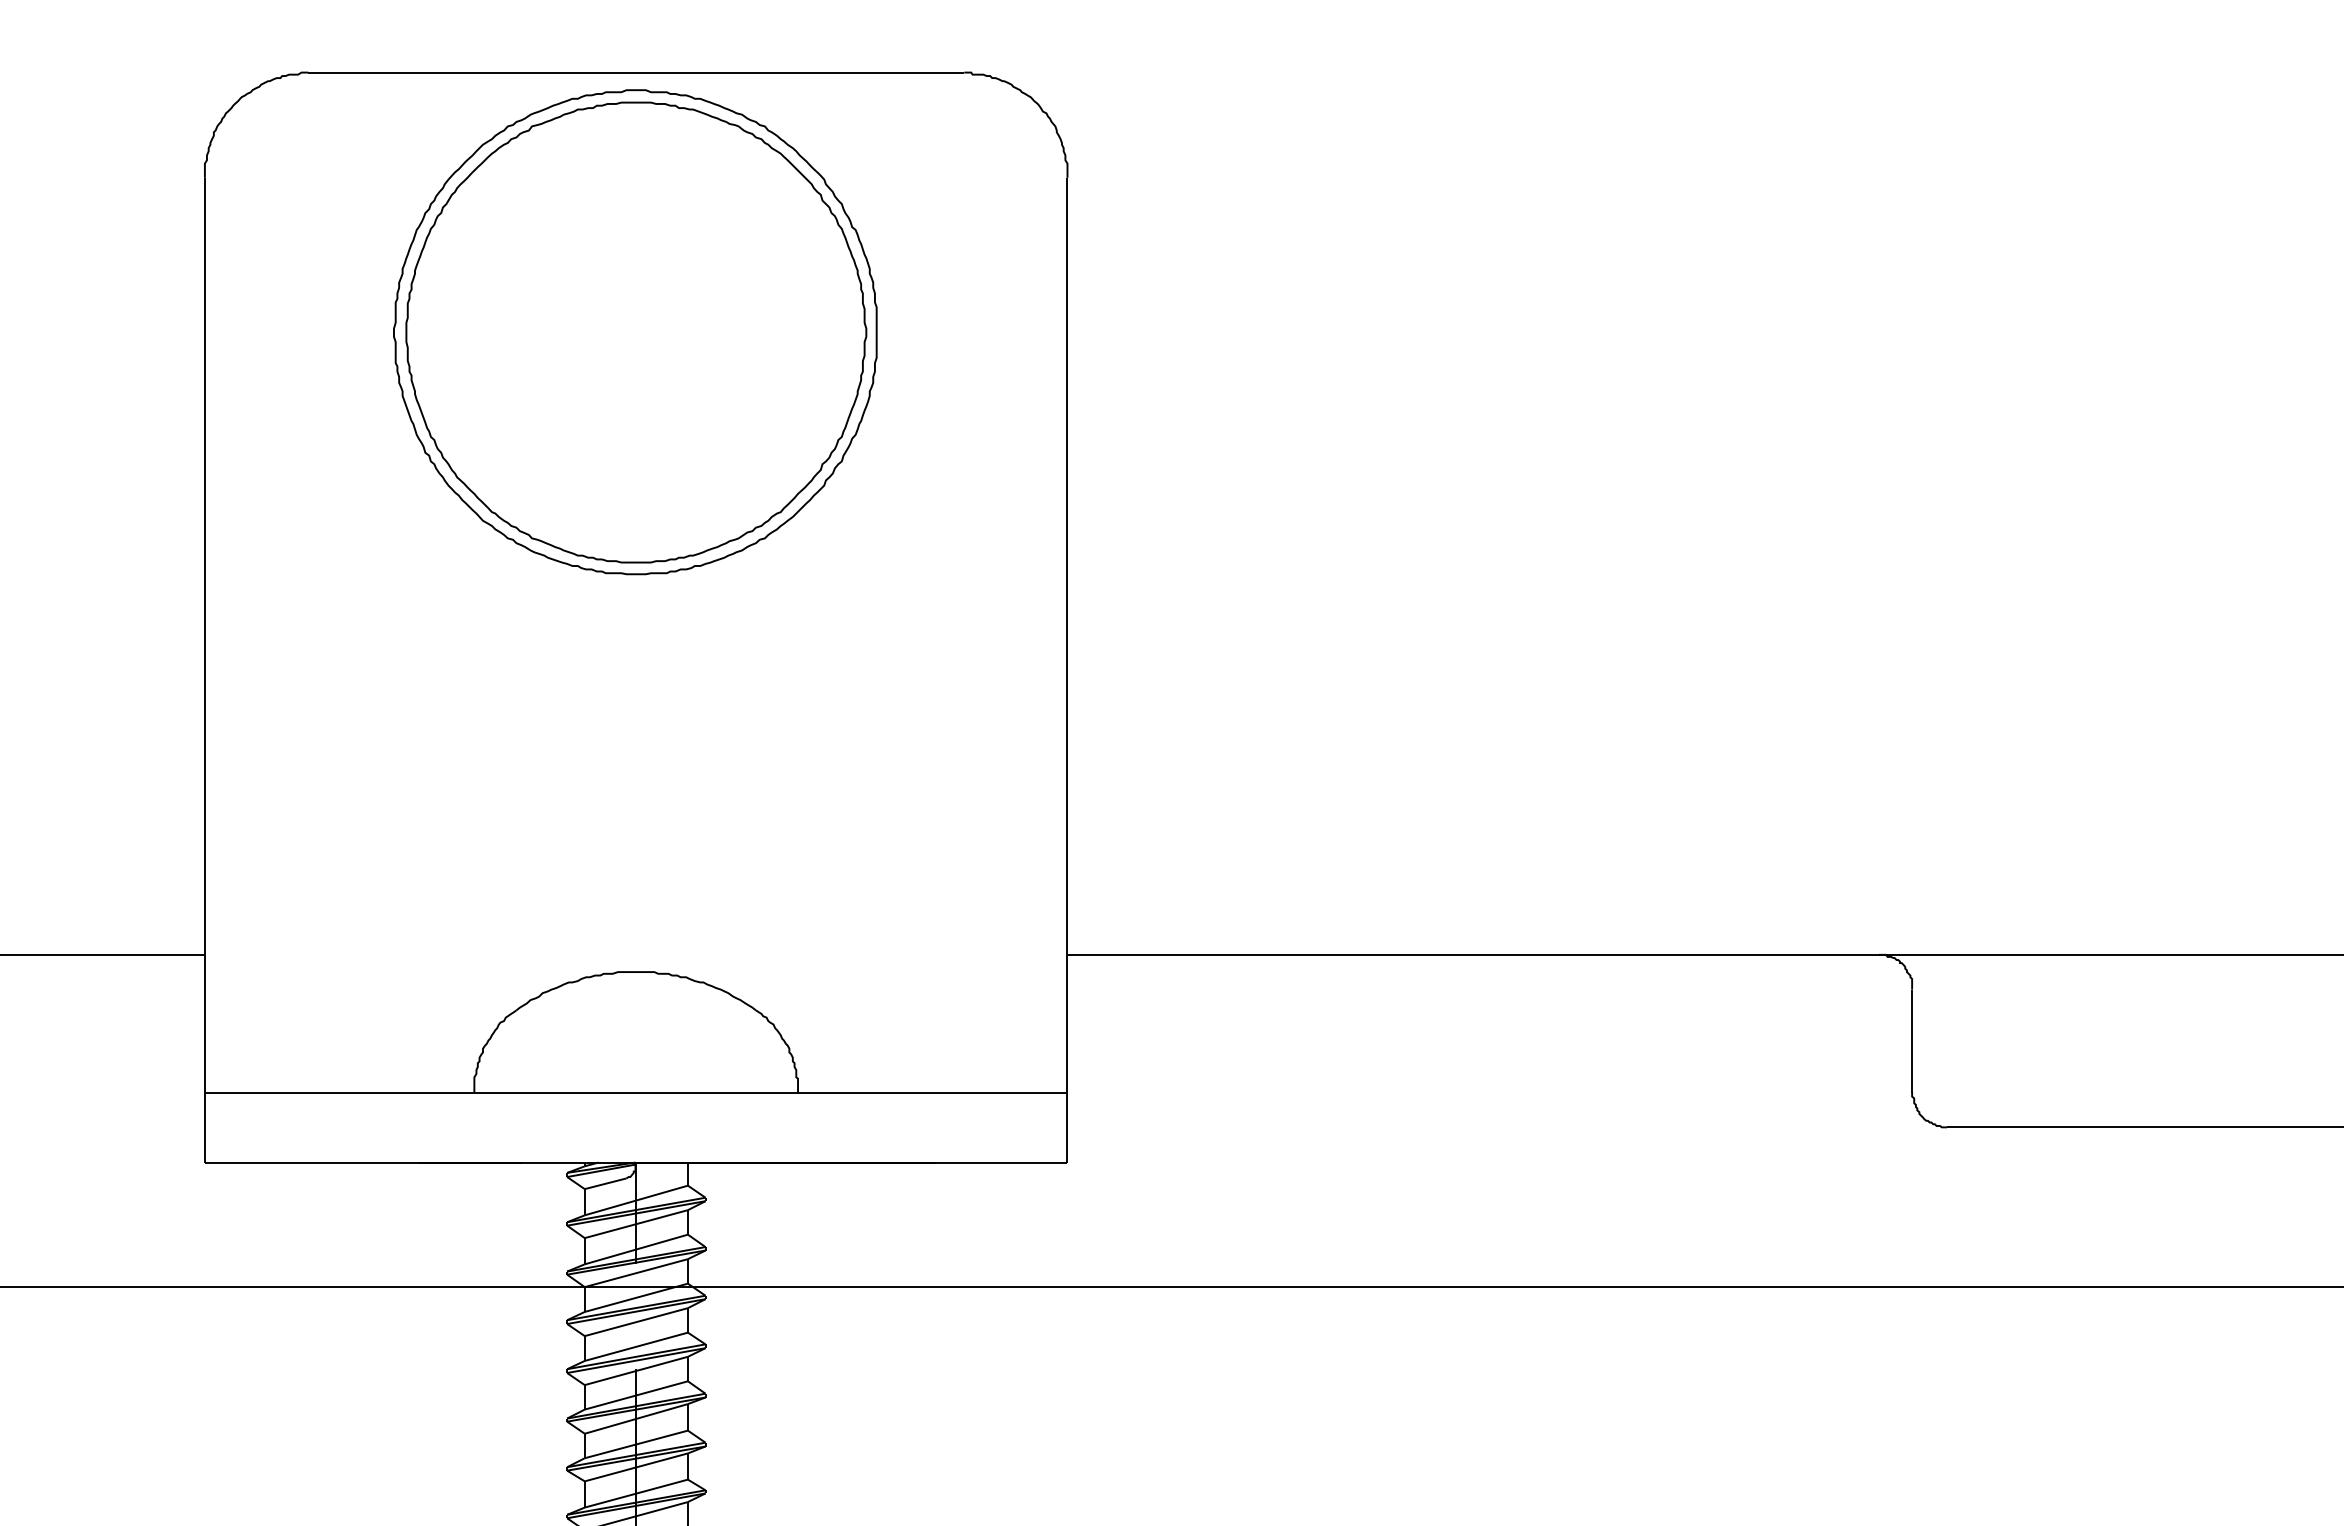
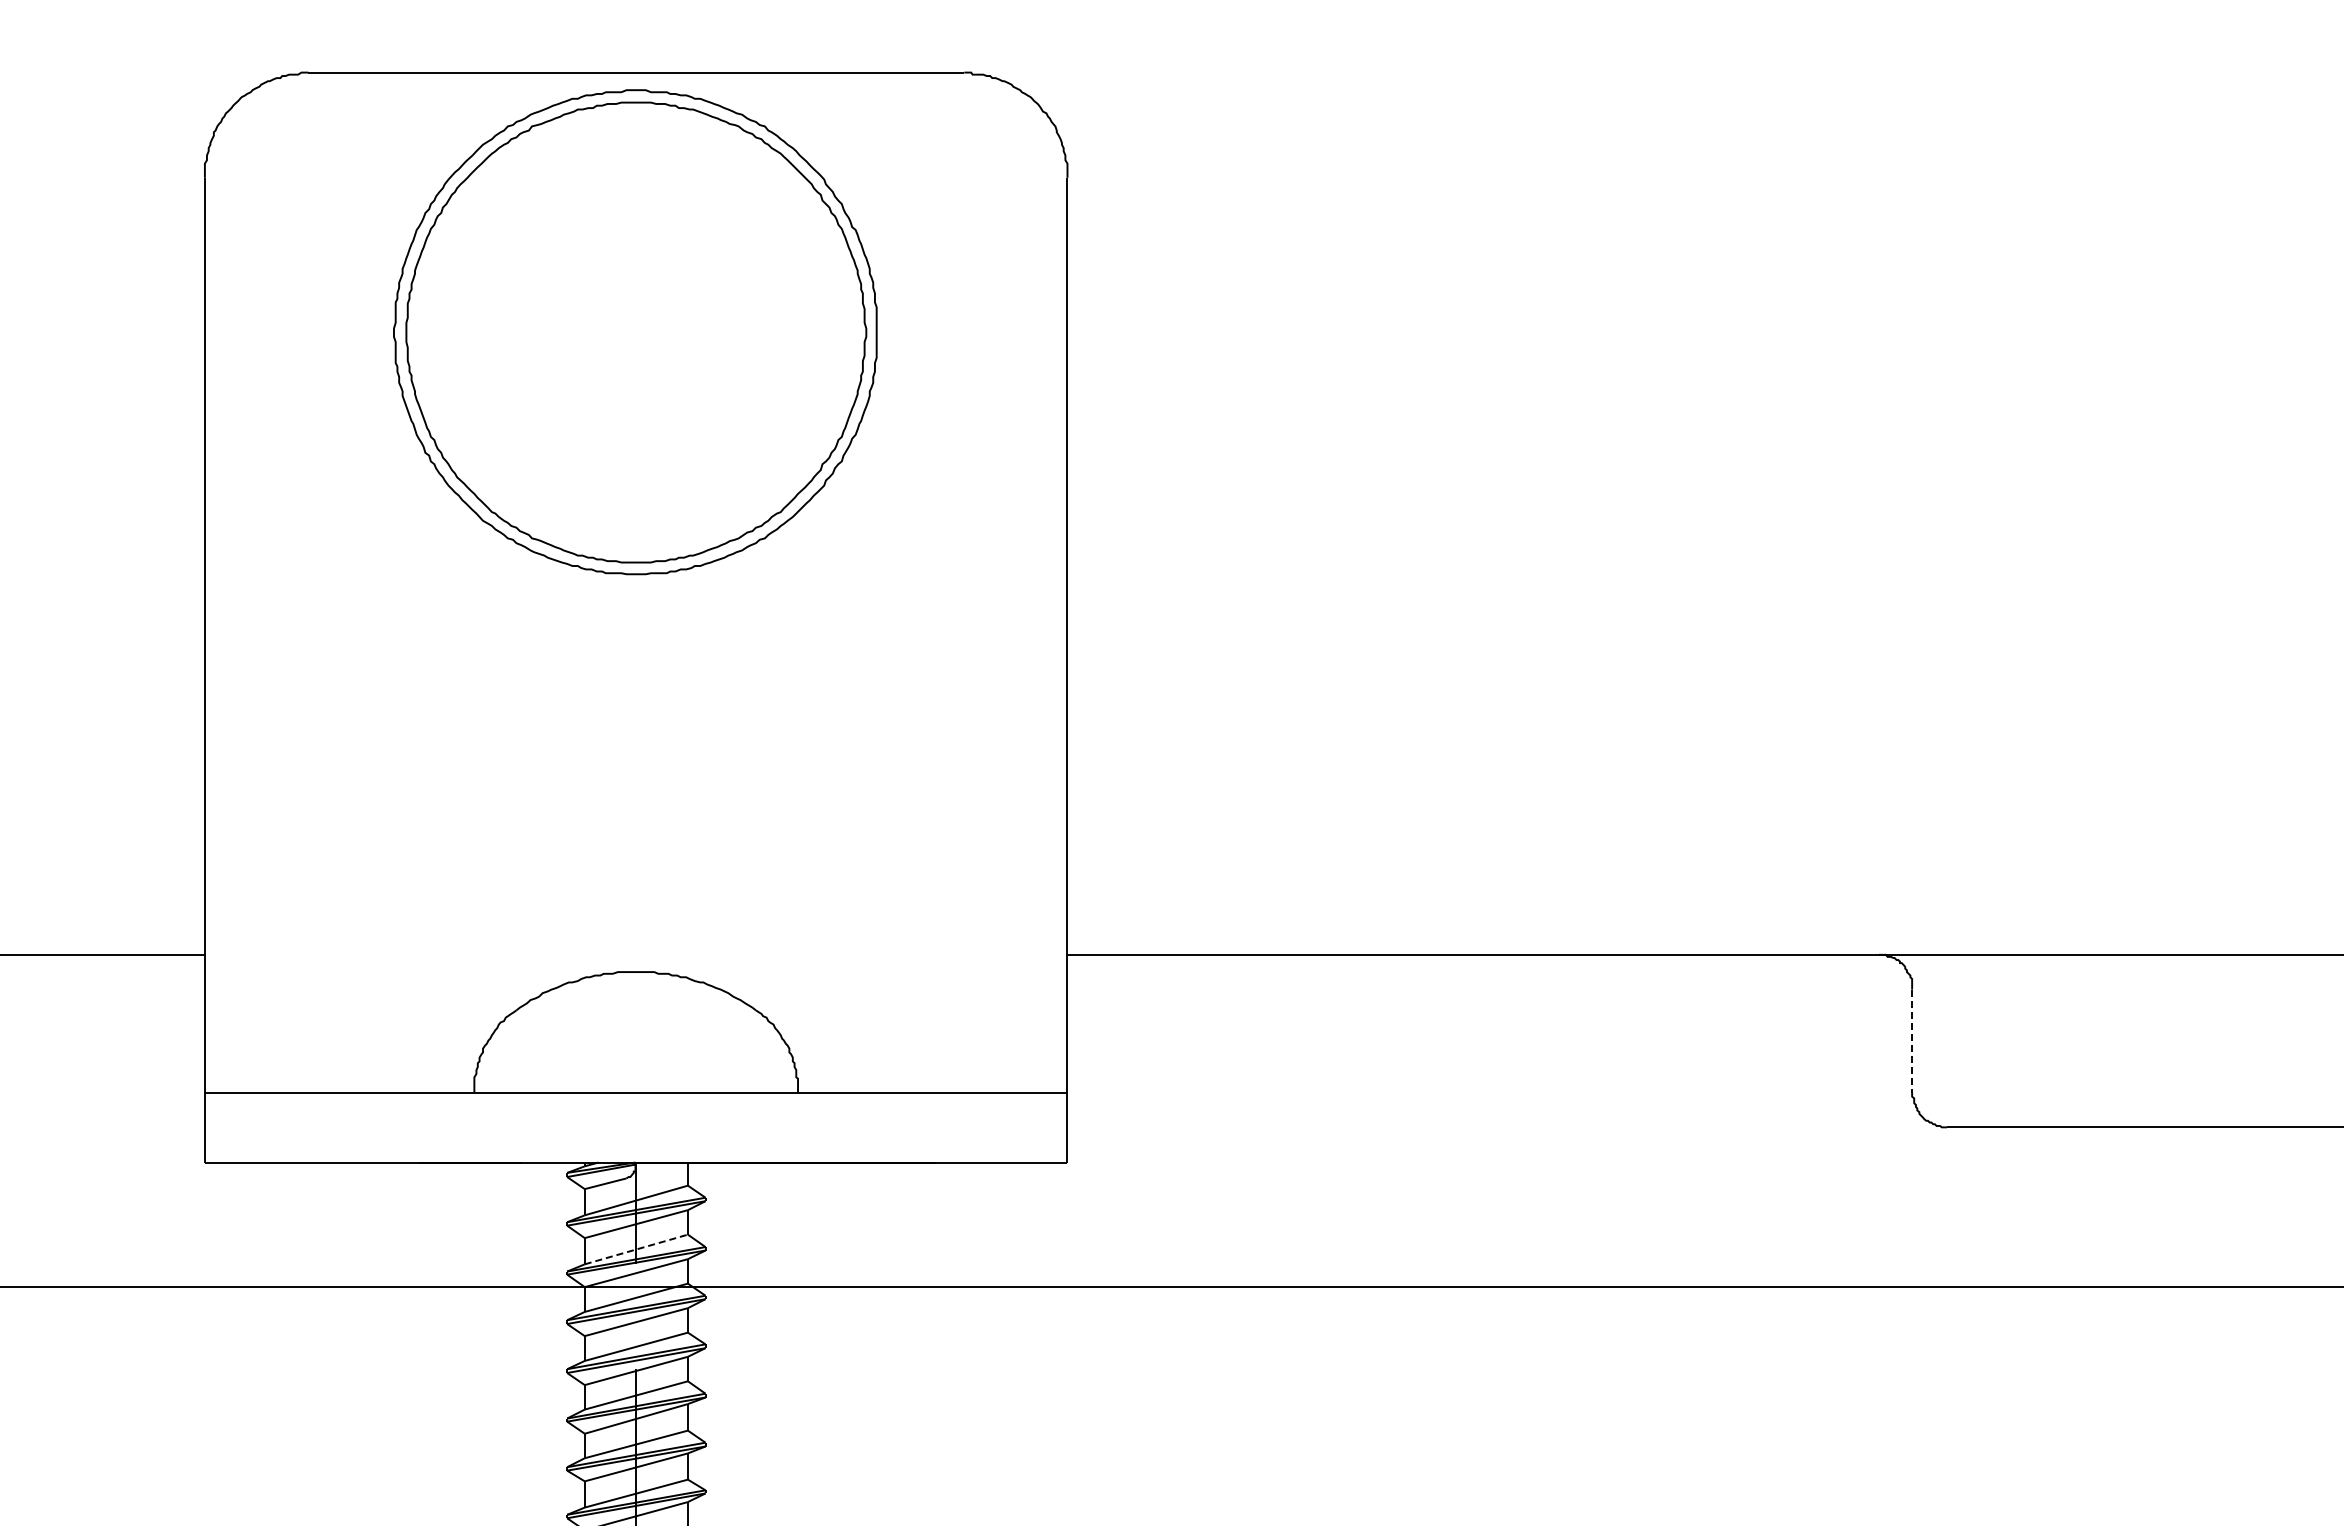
line at (1912, 1041): solid -> dashed
line at (636, 1249): solid -> dashed
